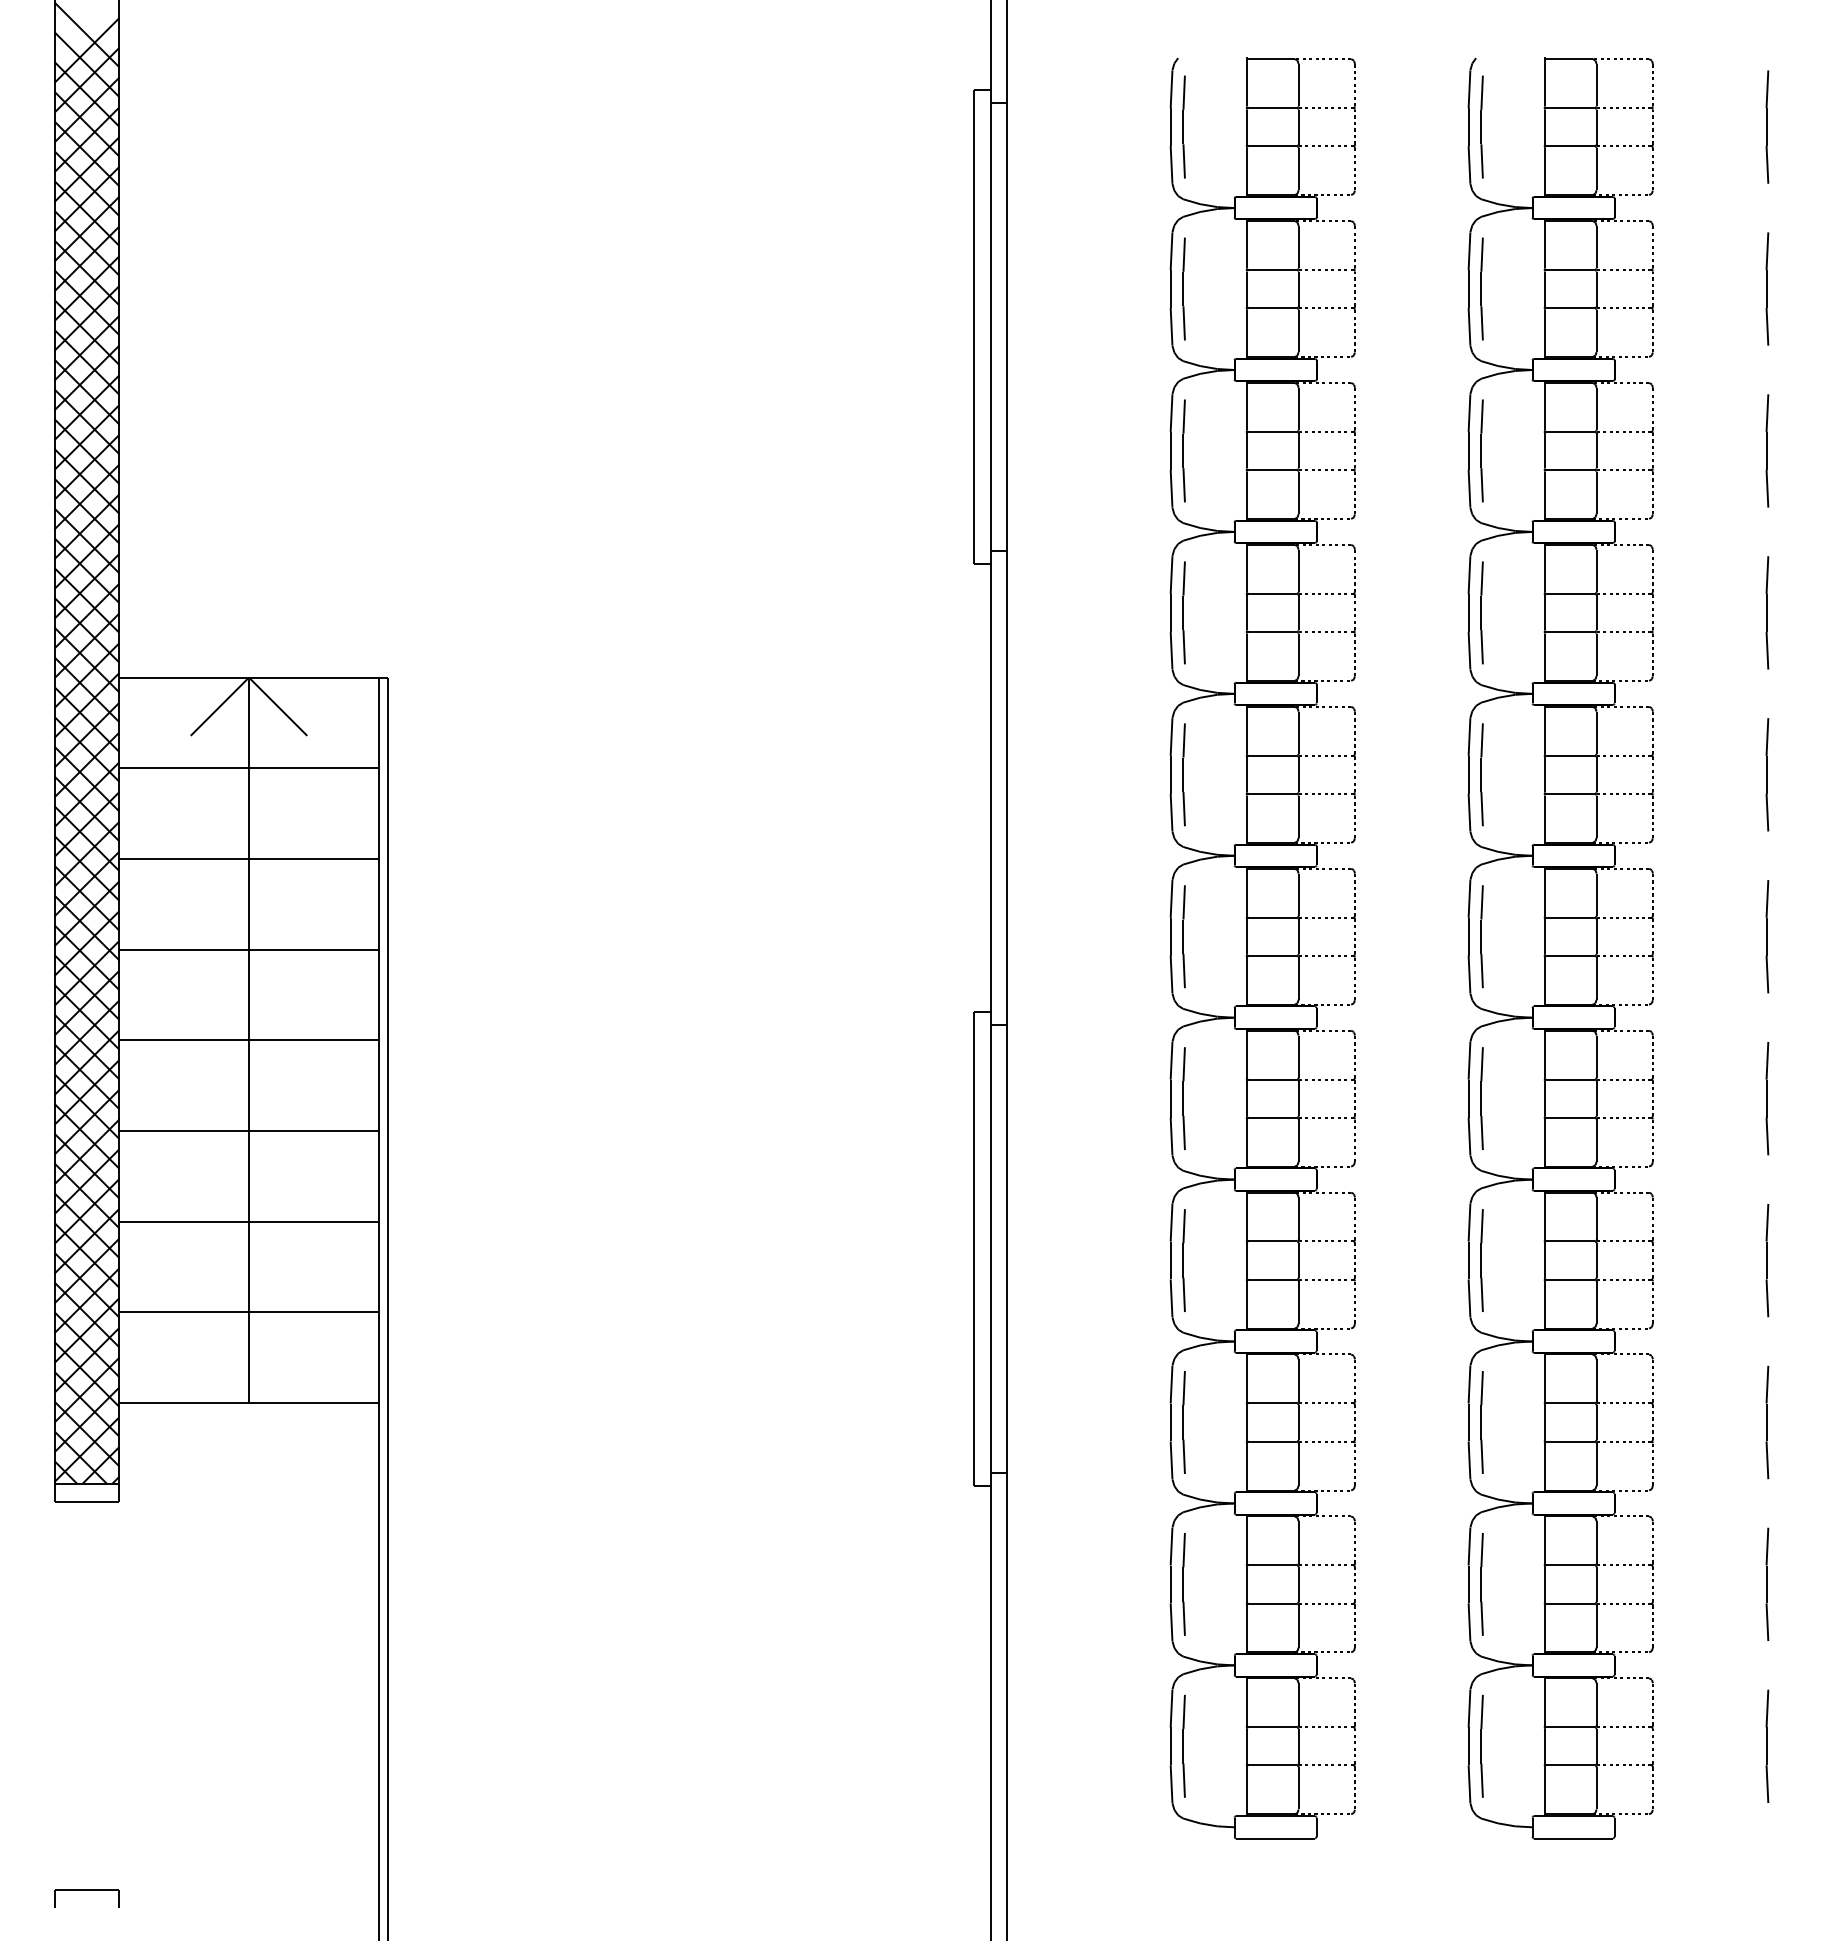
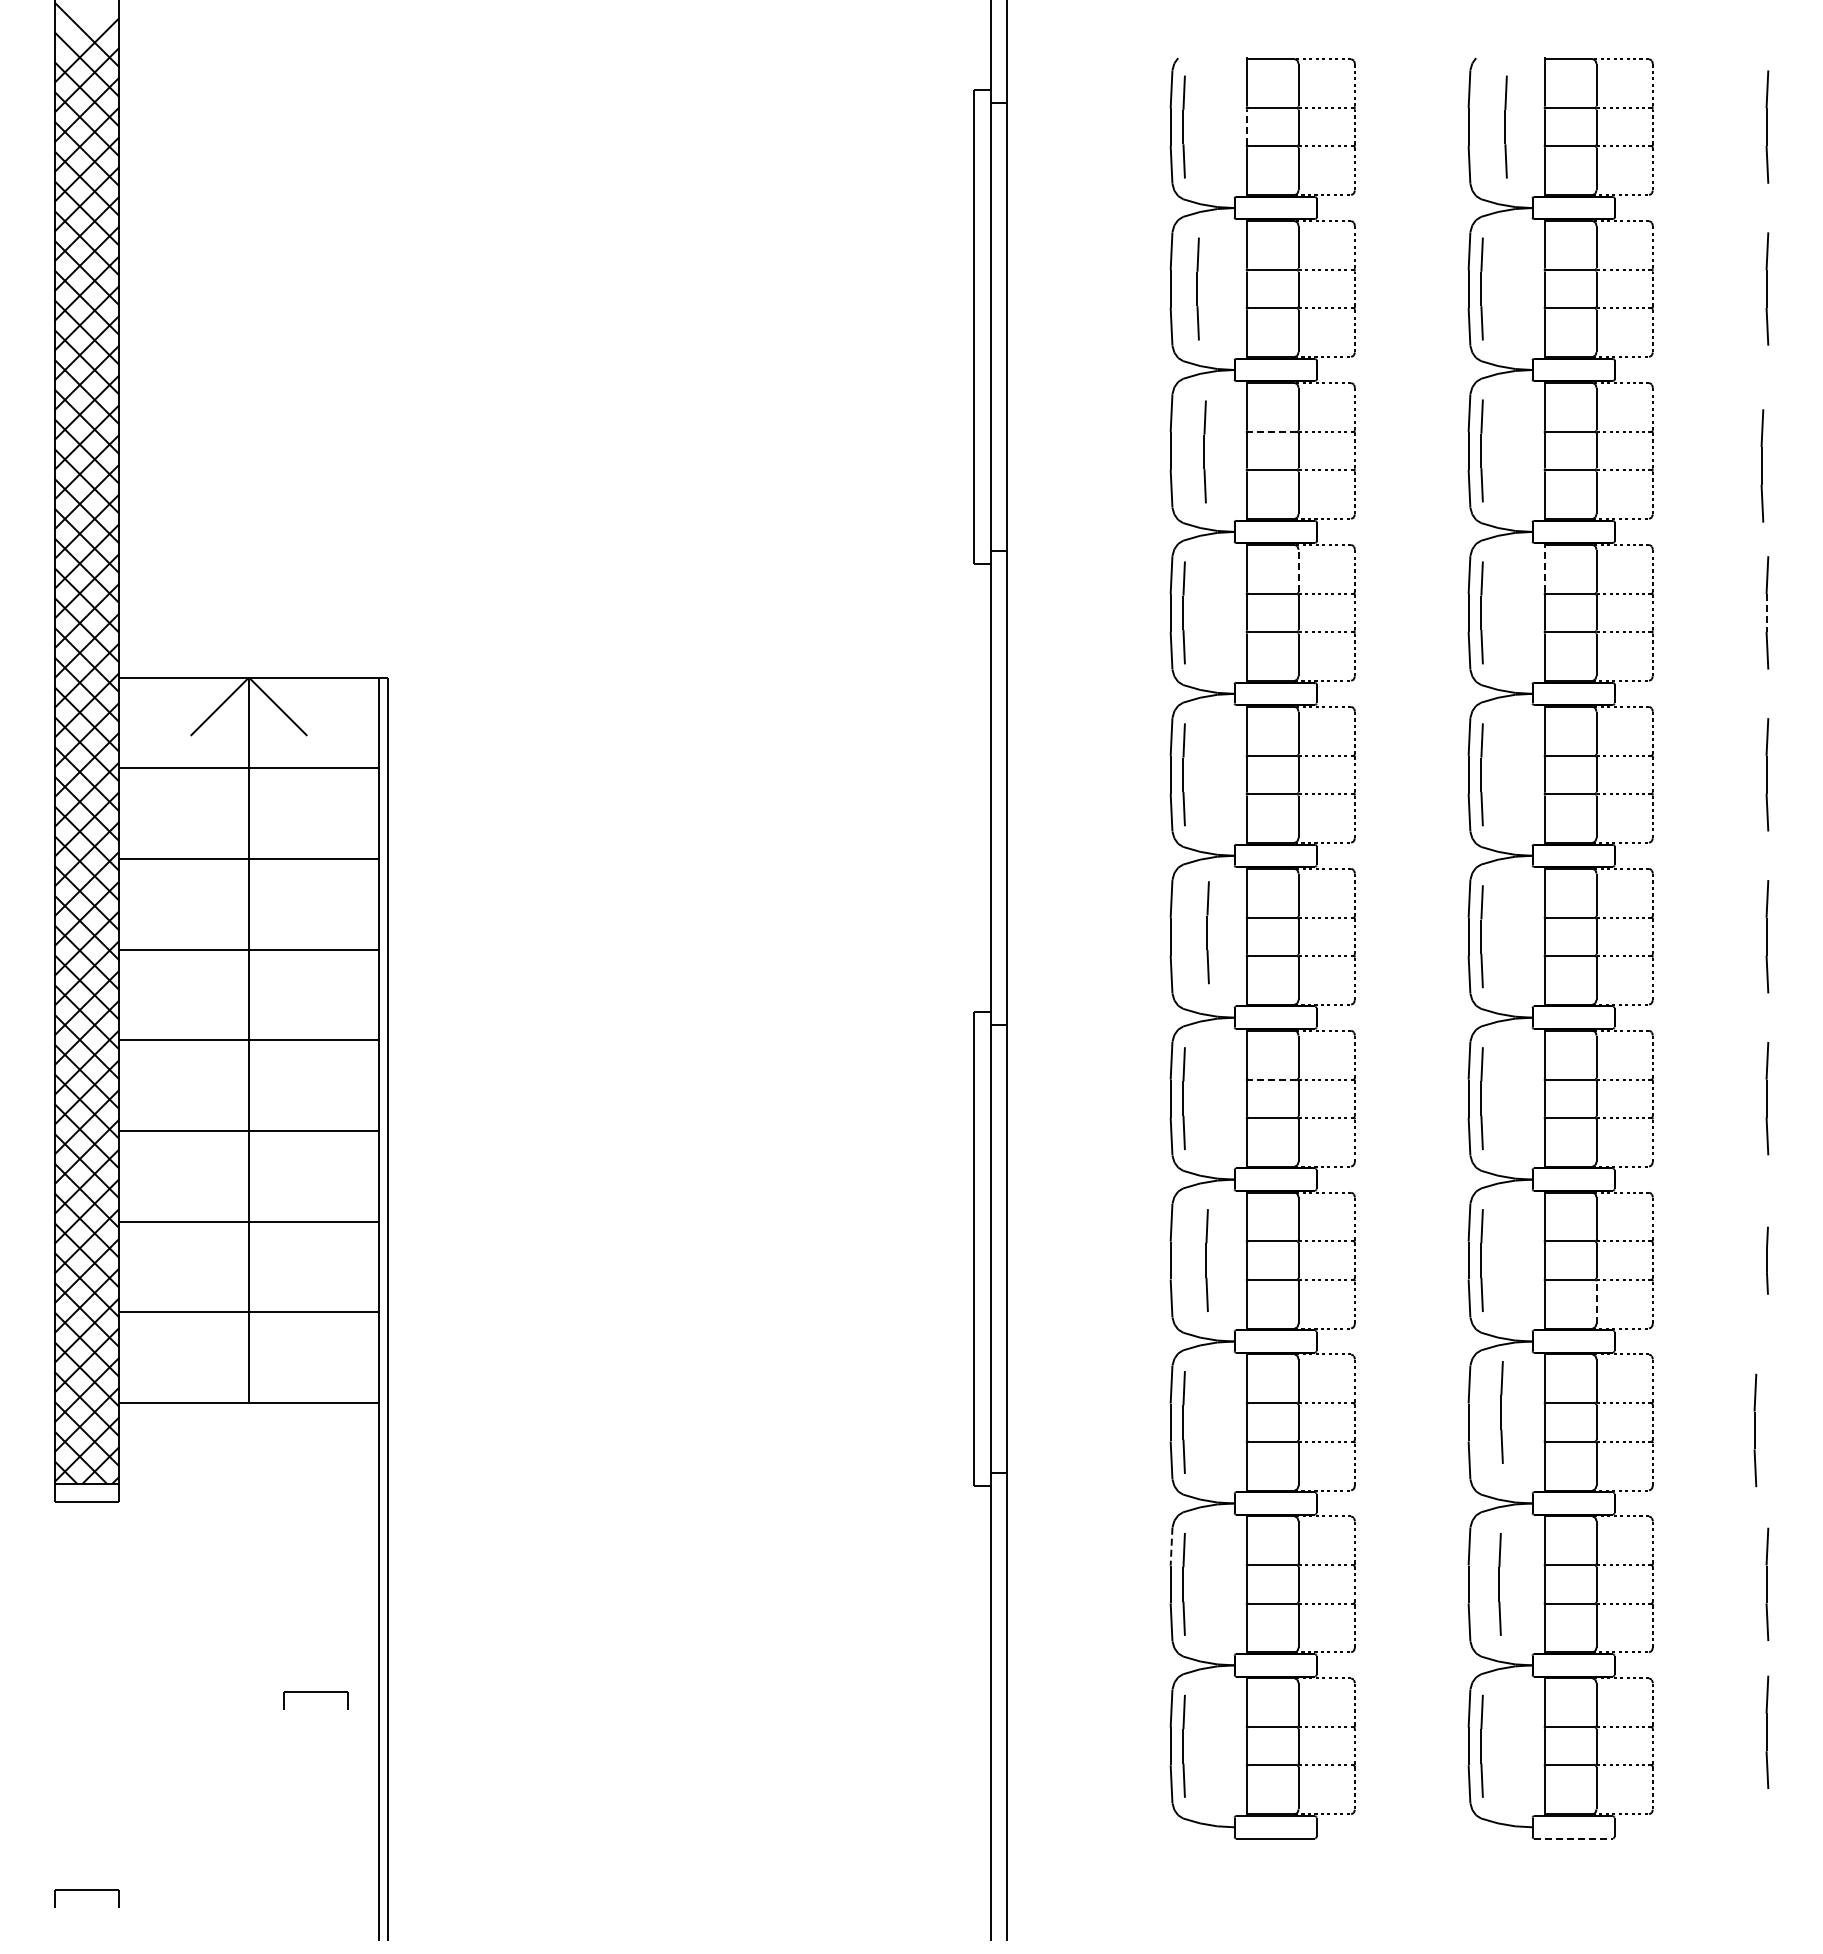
line at (1247, 126): solid -> dashed
line at (1481, 126) position: (1481, 126) -> (1505, 126)
line at (1183, 288) position: (1183, 288) -> (1197, 288)
line at (1271, 431): solid -> dashed
line at (1183, 450) position: (1183, 450) -> (1204, 451)
part at (1767, 450) position: (1767, 450) -> (1762, 465)
line at (1545, 567): solid -> dashed
line at (1298, 570): solid -> dashed
line at (1766, 612): solid -> dashed
line at (1183, 936) position: (1183, 936) -> (1207, 932)
line at (1271, 1079): solid -> dashed
line at (1183, 1260) position: (1183, 1260) -> (1206, 1260)
part at (1767, 1260) size: 5x114 px -> 3x69 px
line at (1596, 1302): solid -> dashed
line at (1481, 1422) position: (1481, 1422) -> (1501, 1412)
part at (1767, 1422) position: (1767, 1422) -> (1755, 1430)
line at (1171, 1546): solid -> dashed
line at (1481, 1584) position: (1481, 1584) -> (1499, 1584)
part at (315, 1692): none -> present
part at (1767, 1745) position: (1767, 1745) -> (1767, 1731)
line at (1573, 1838): solid -> dashed
